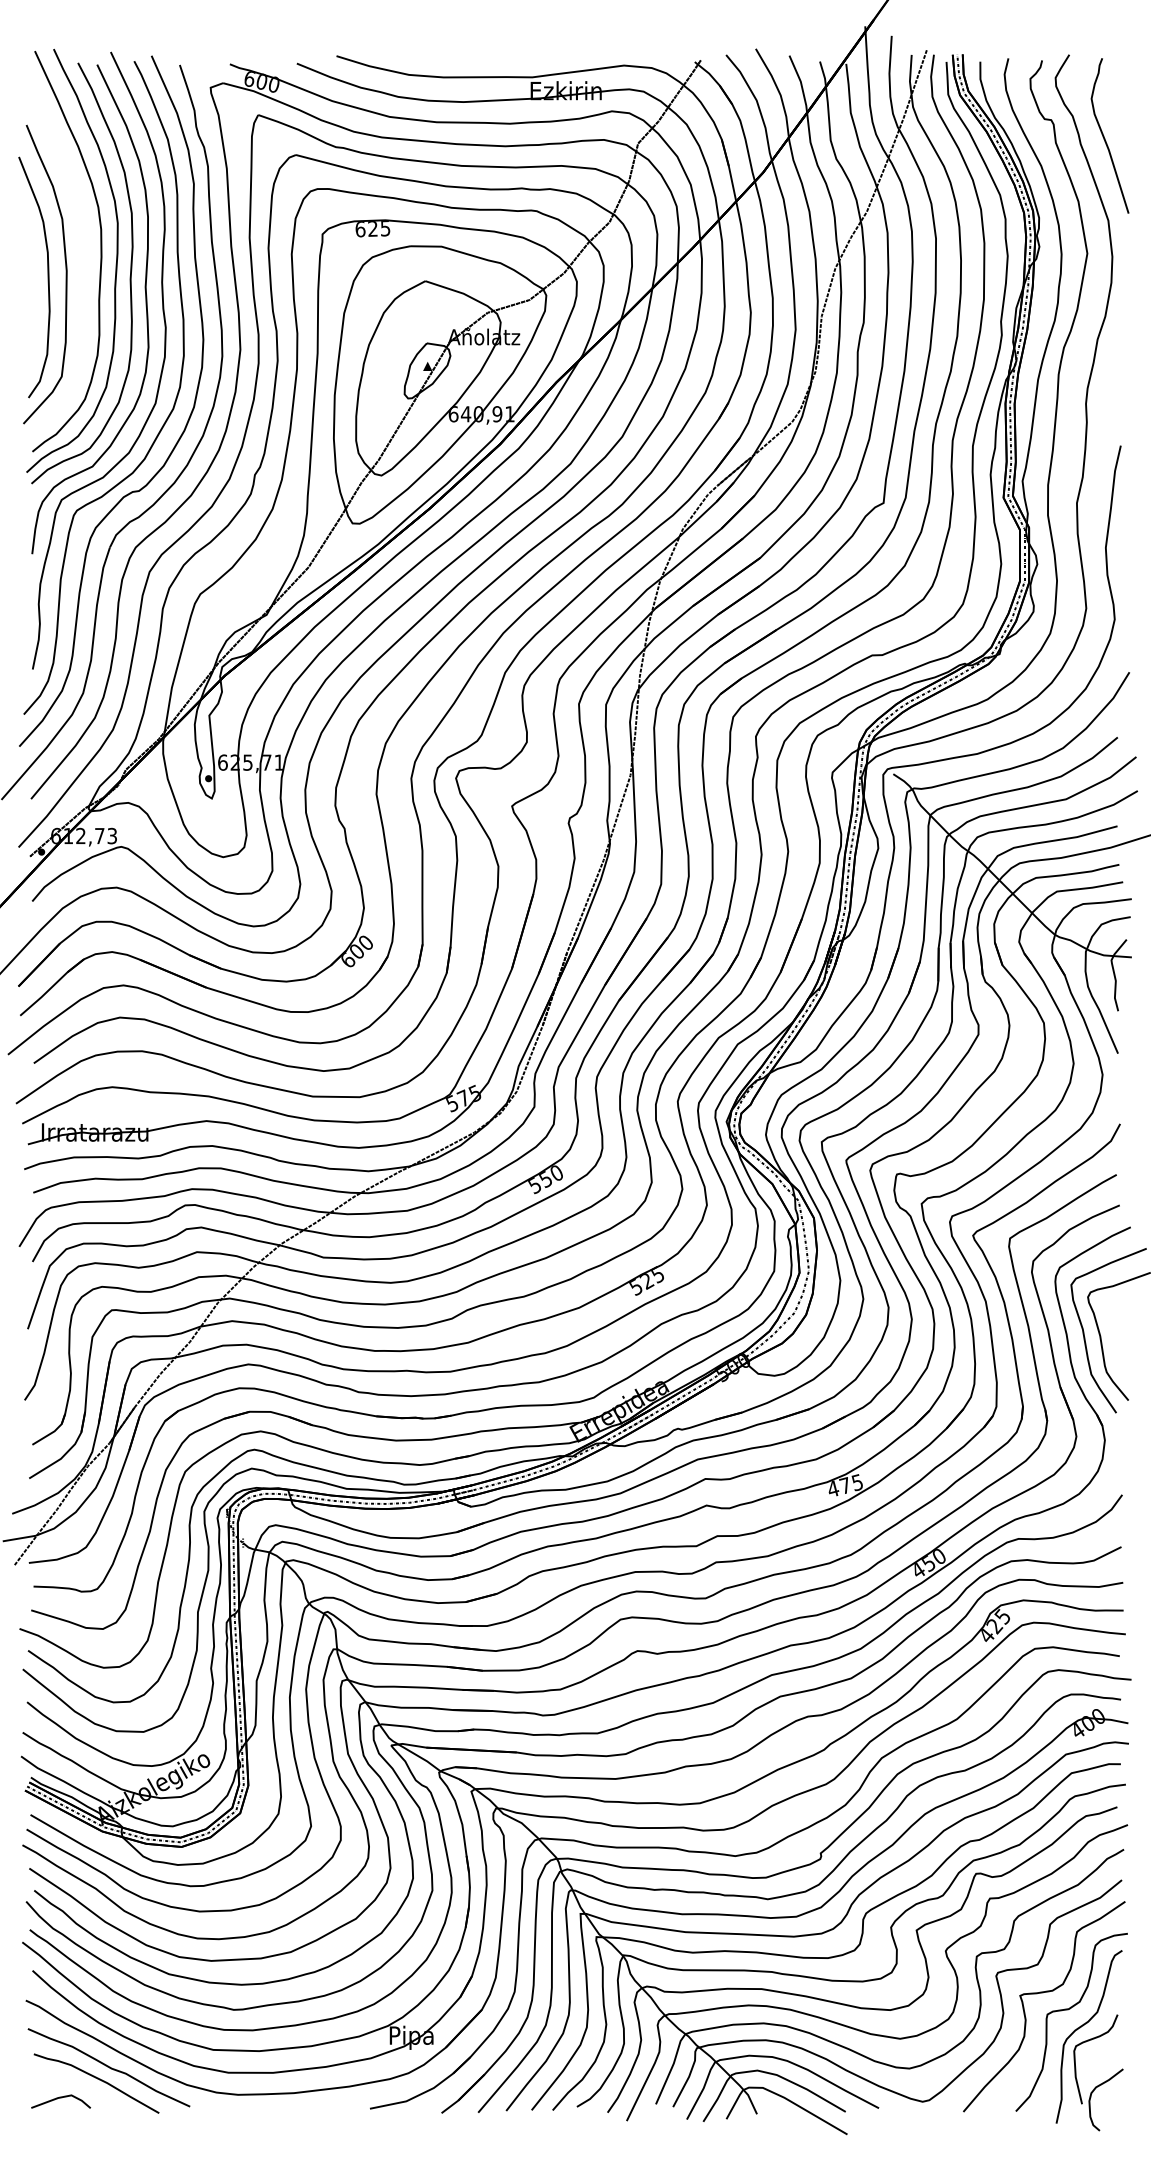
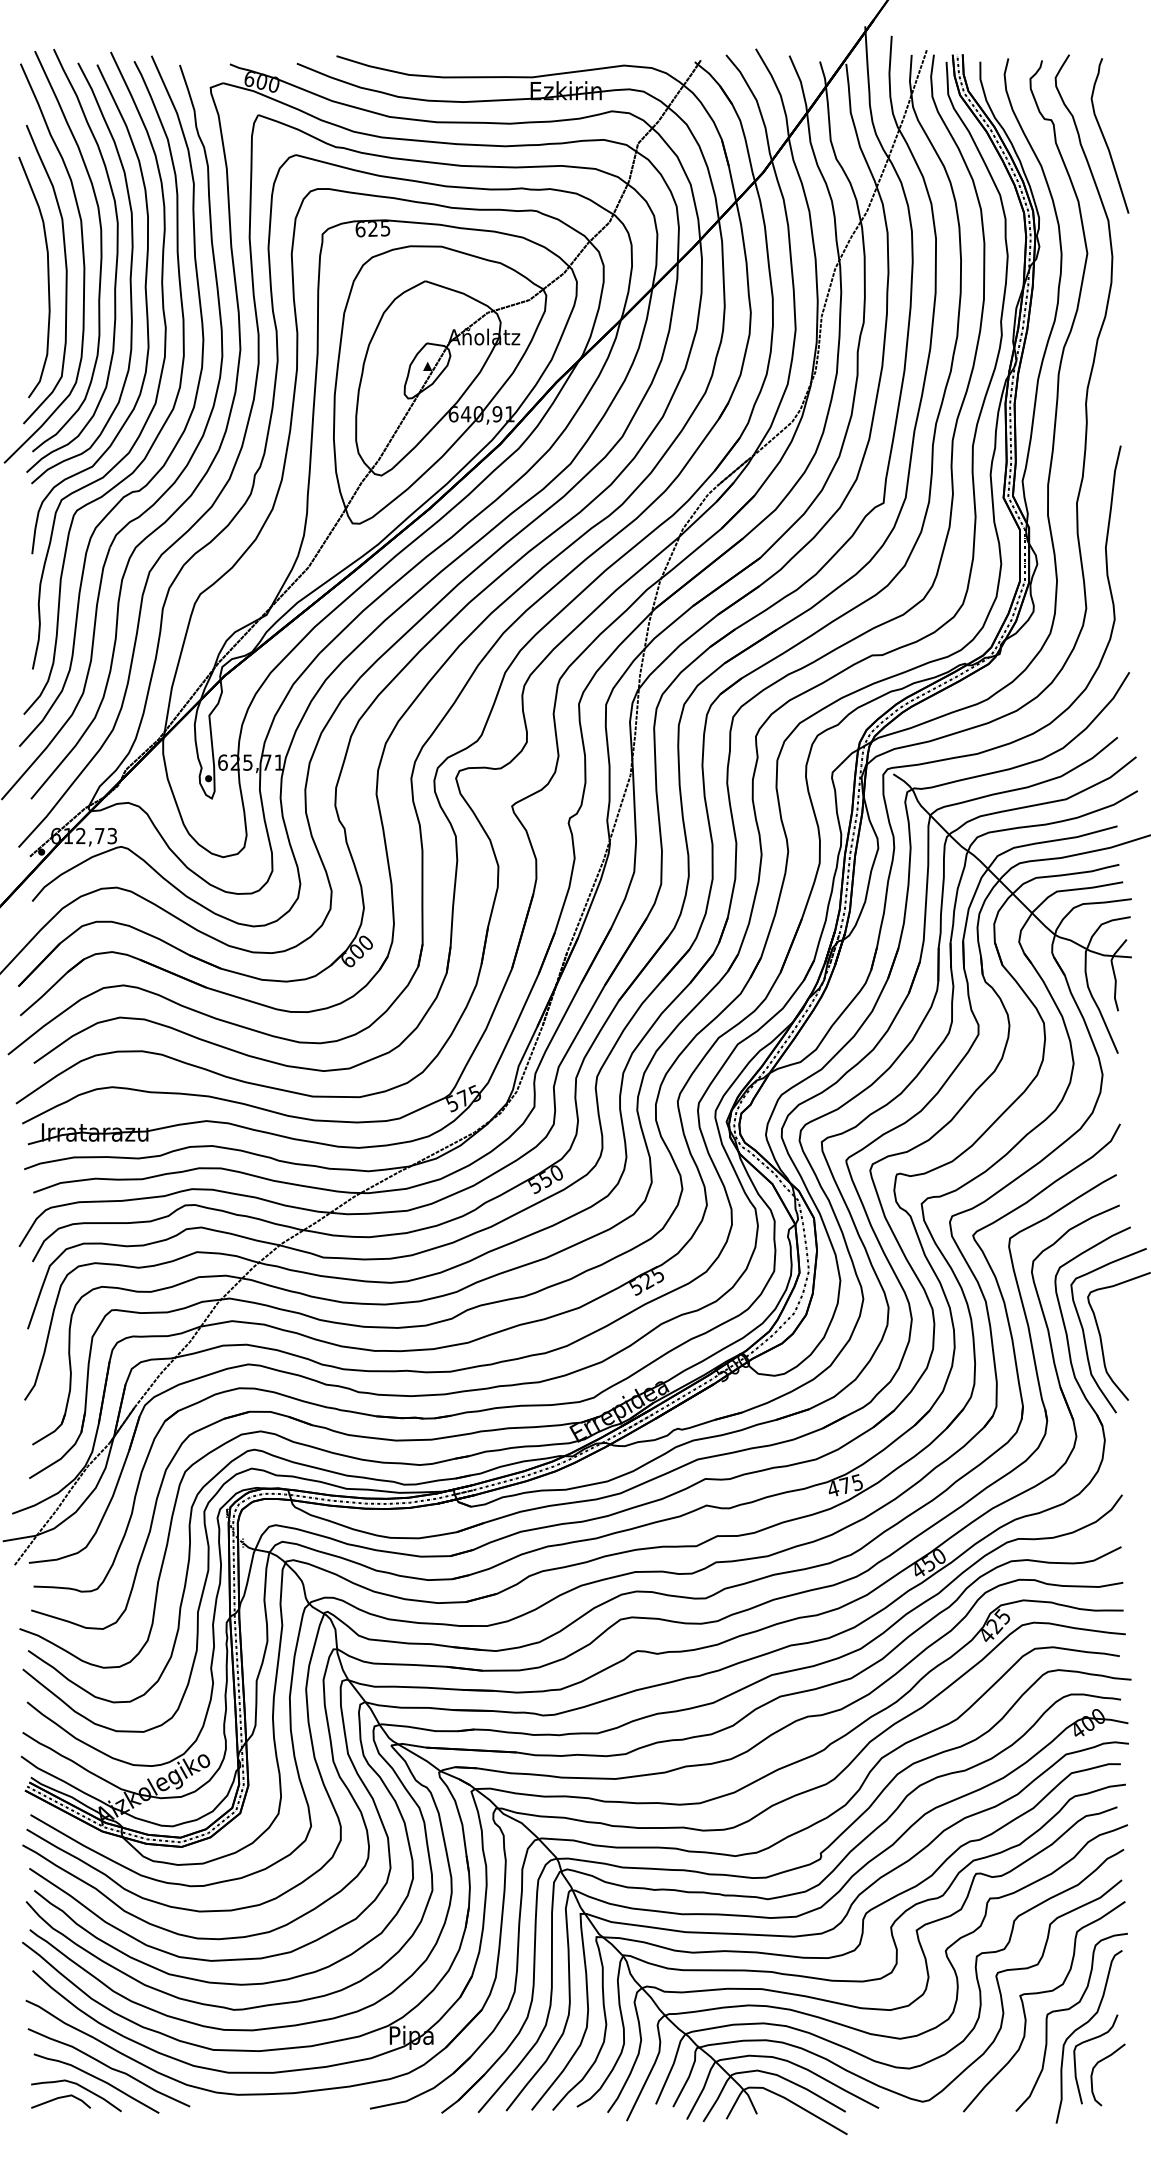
curve at (82, 258): none -> present
curve at (80, 2087): none -> present
curve at (1098, 2087) position: (1098, 2087) -> (1100, 2062)
